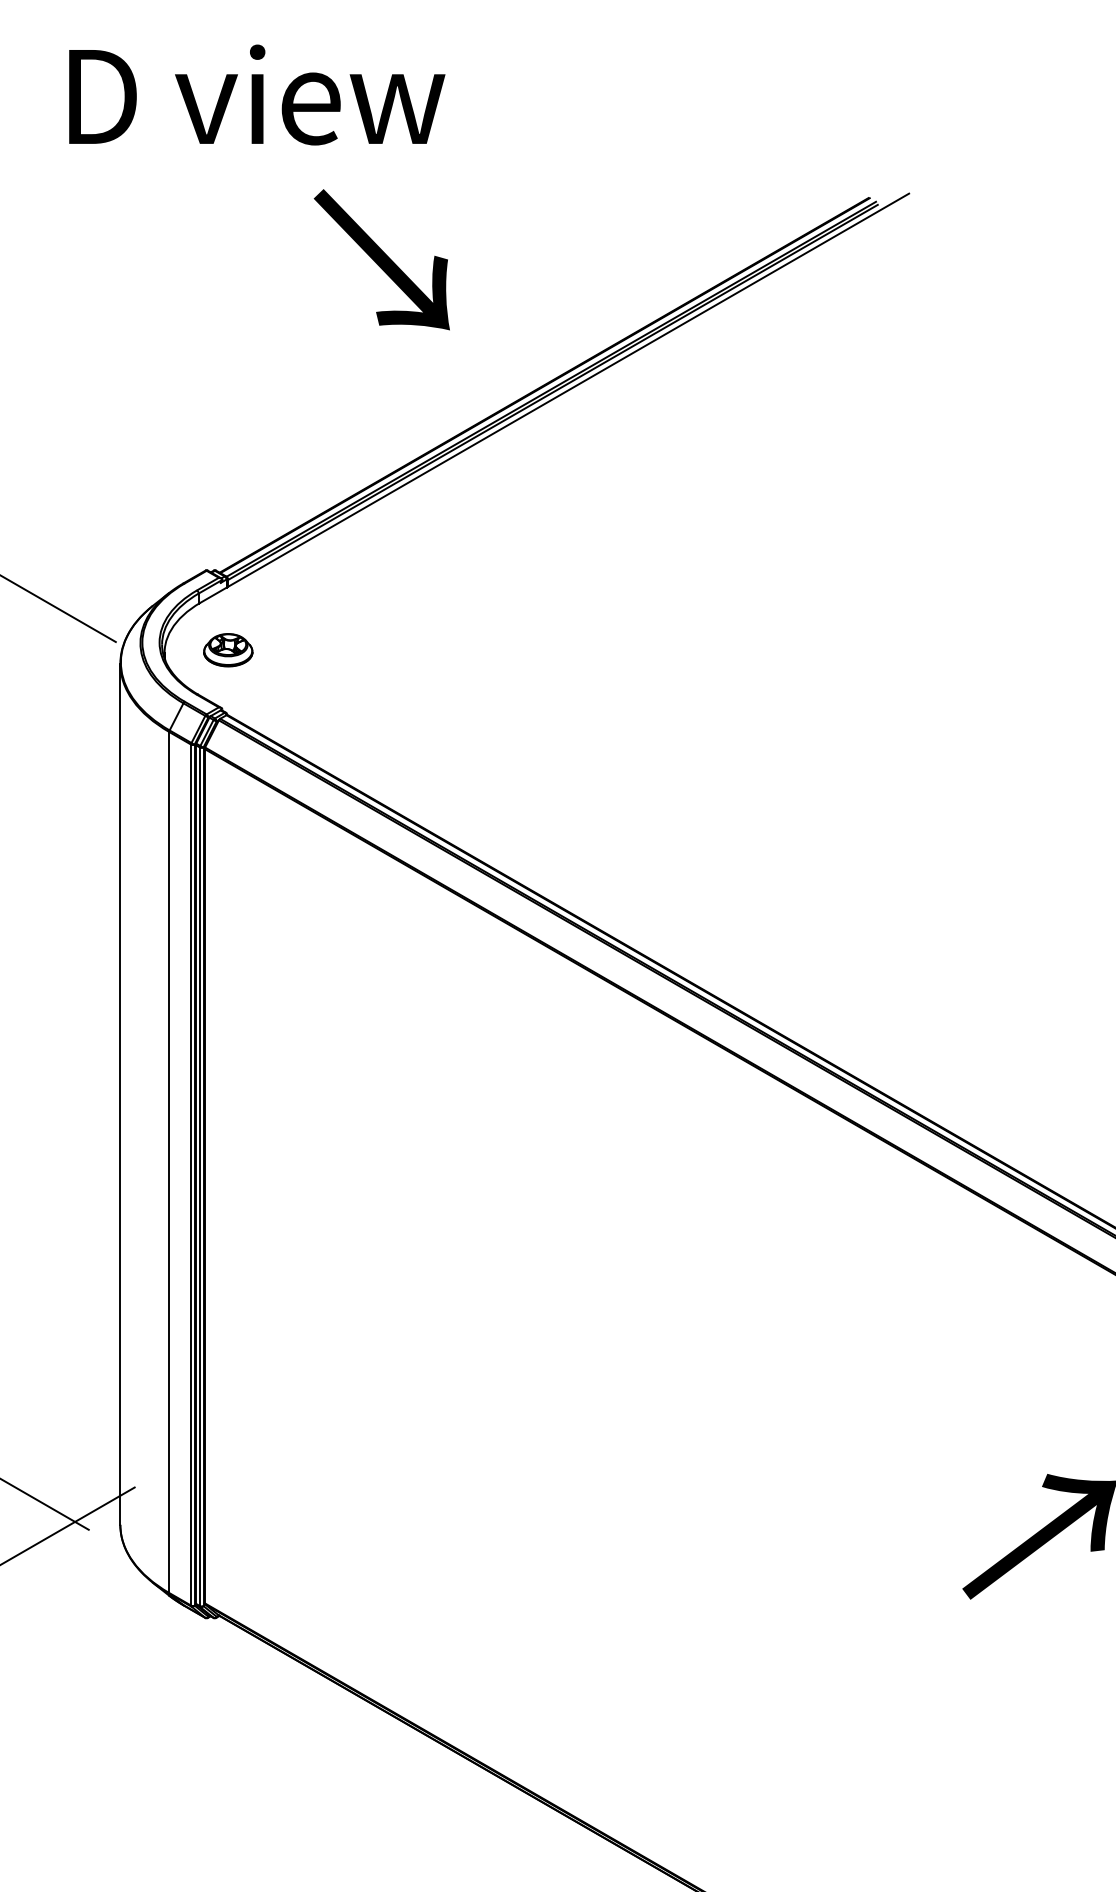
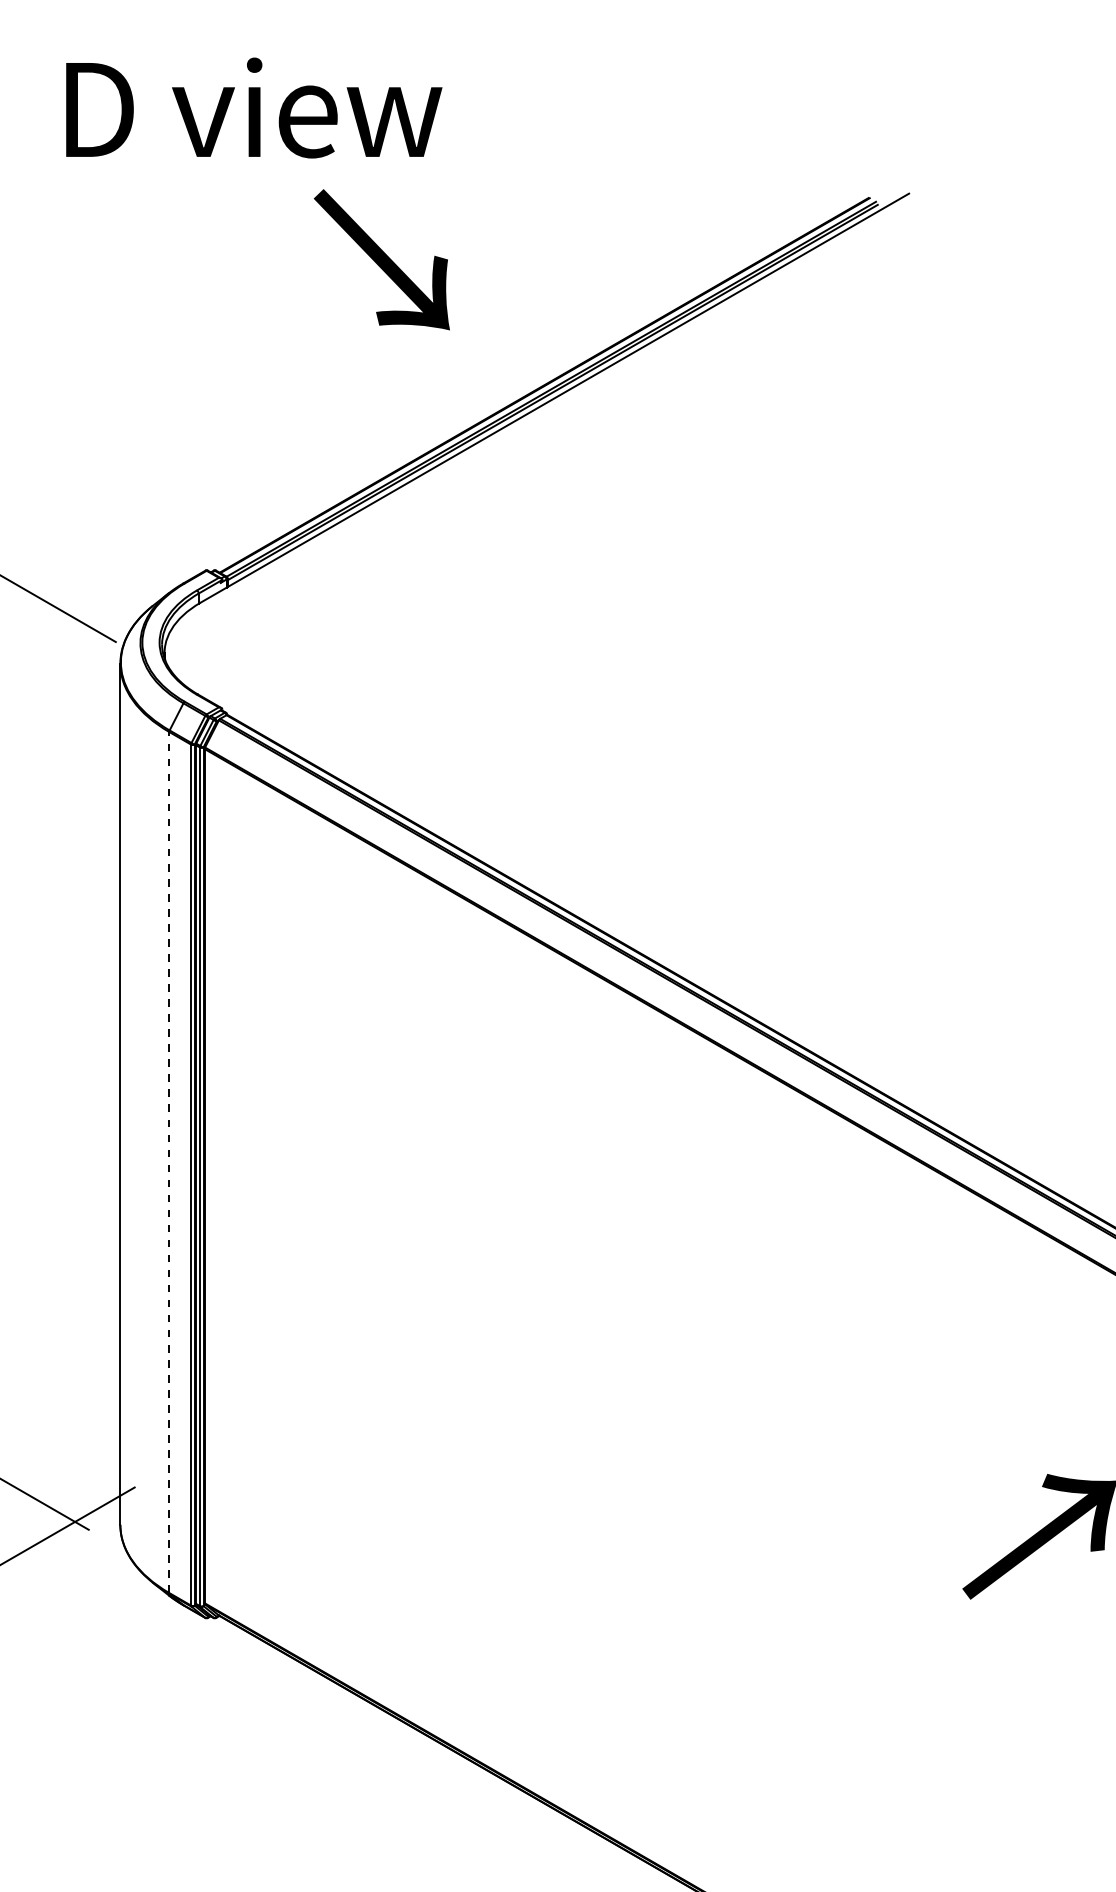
text at (257, 94) position: (257, 94) -> (254, 107)
part at (228, 650): present -> none
line at (169, 1162): solid -> dashed
